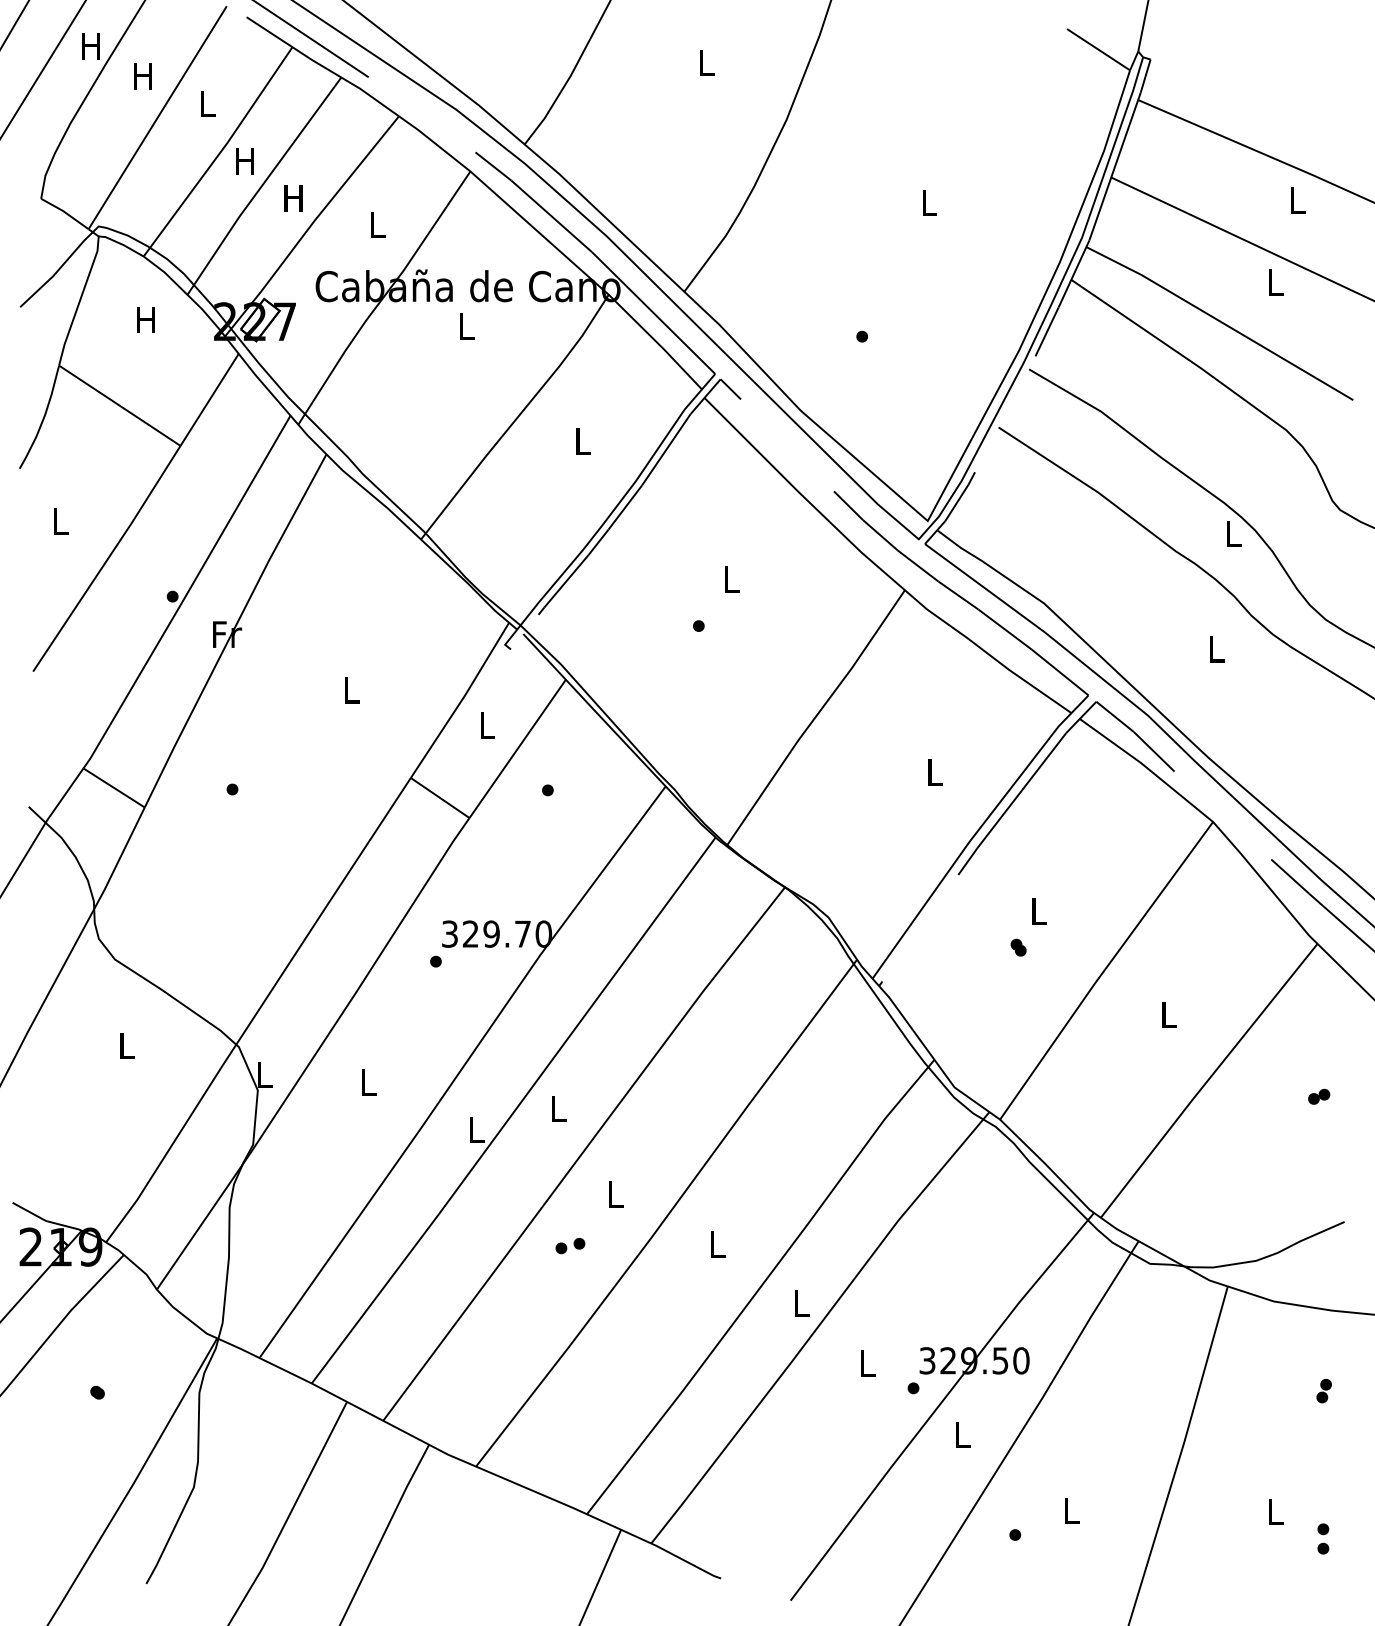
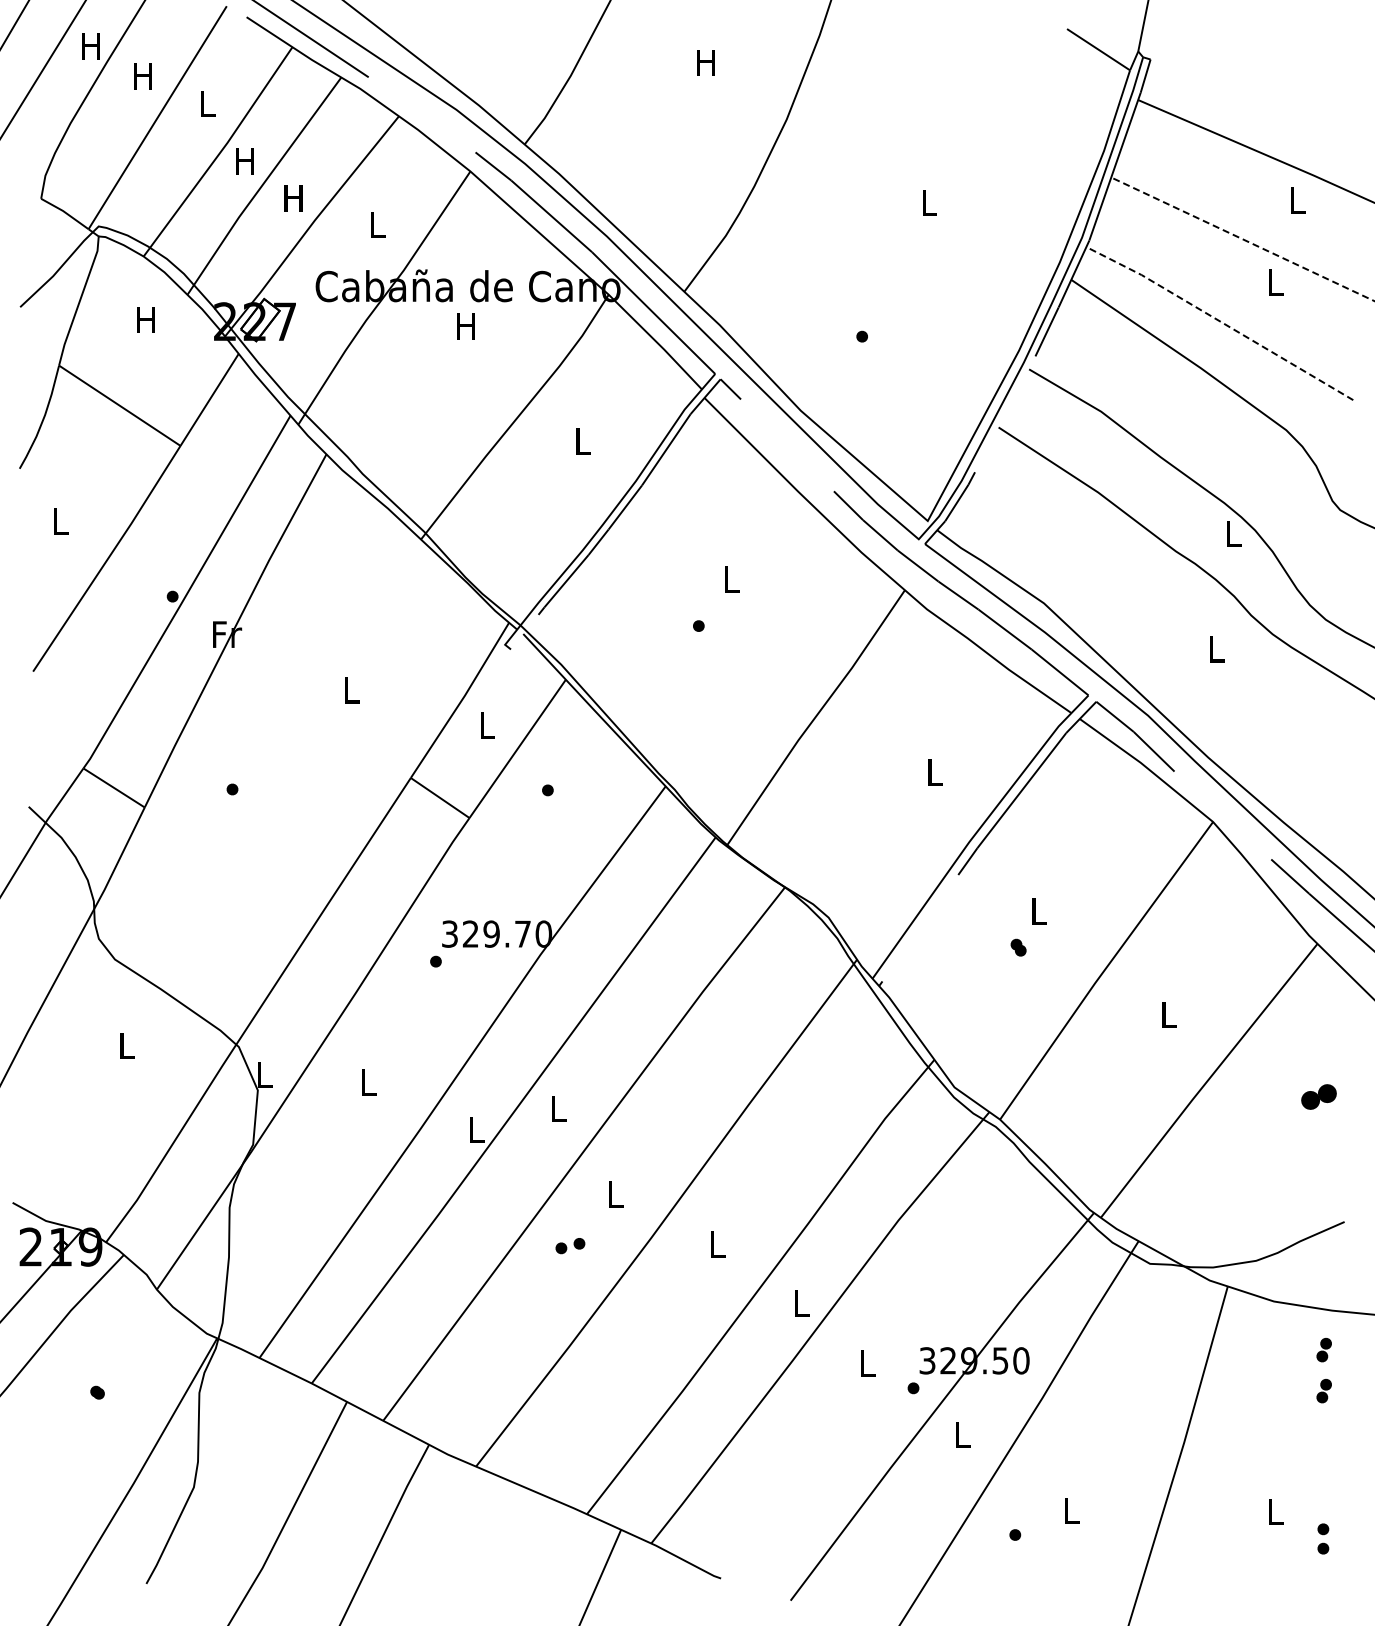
text at (705, 62): L -> H
line at (1243, 239): solid -> dashed
line at (1219, 321): solid -> dashed
text at (465, 326): L -> H
part at (1319, 1096) size: 23x17 px -> 36x26 px
part at (1323, 1350): none -> present
